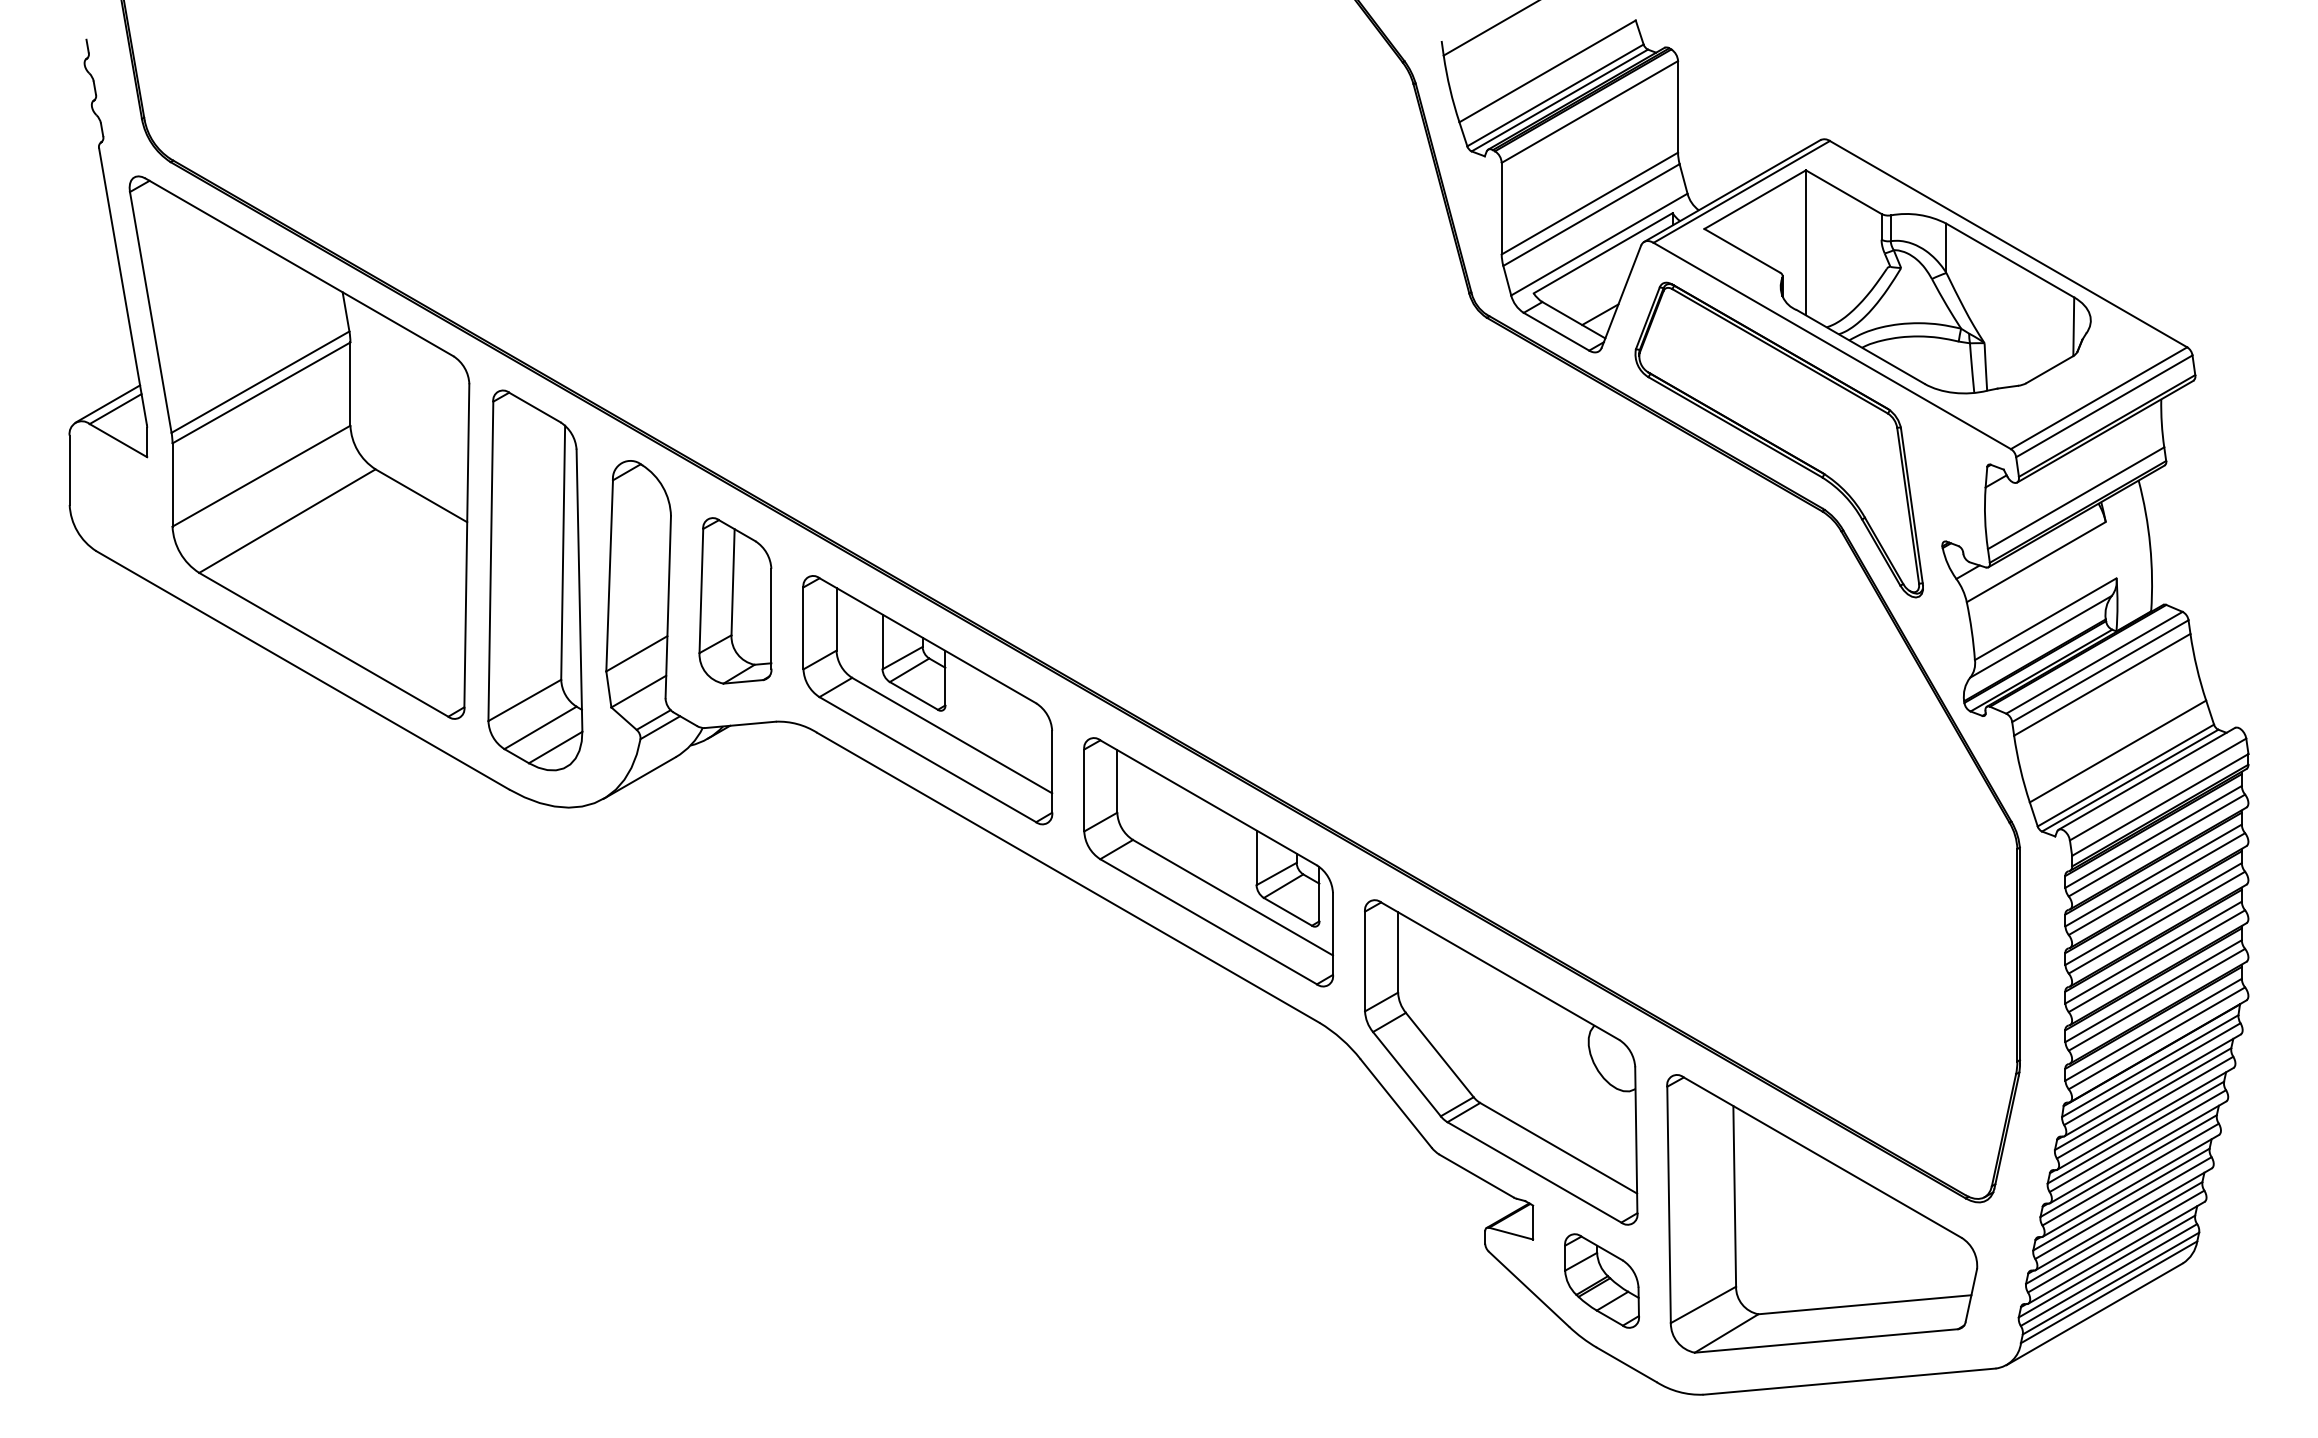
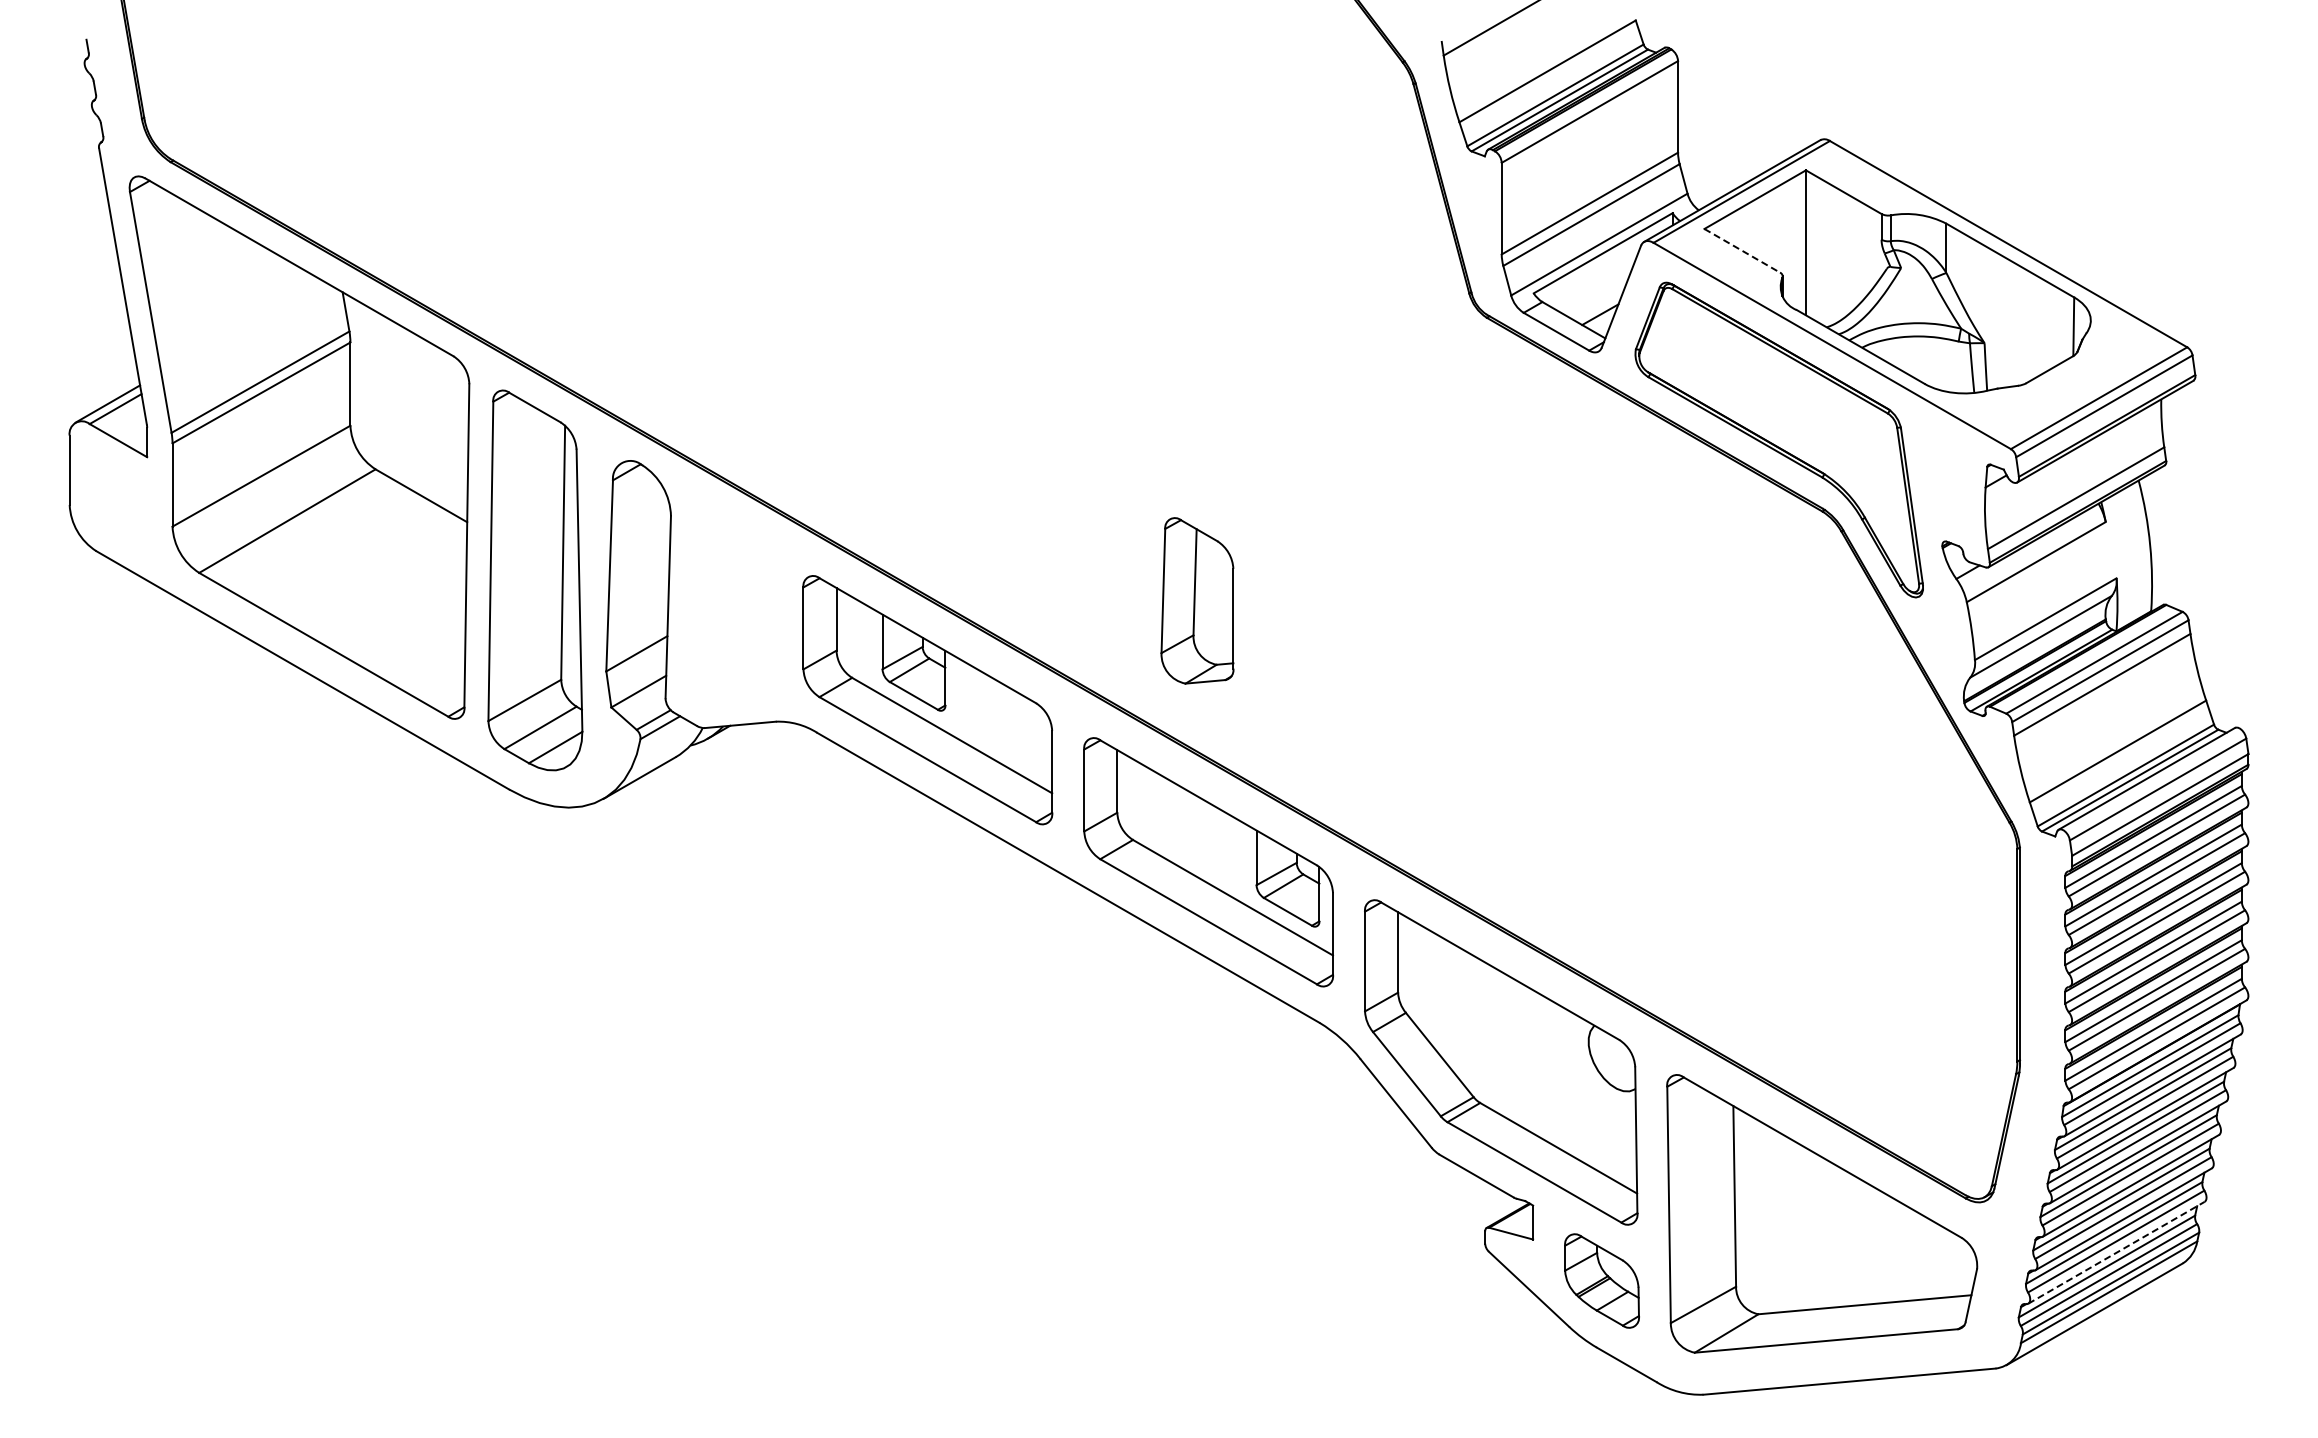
line at (1742, 250): solid -> dashed
part at (735, 600) position: (735, 600) -> (1197, 600)
line at (2116, 1252): solid -> dashed
